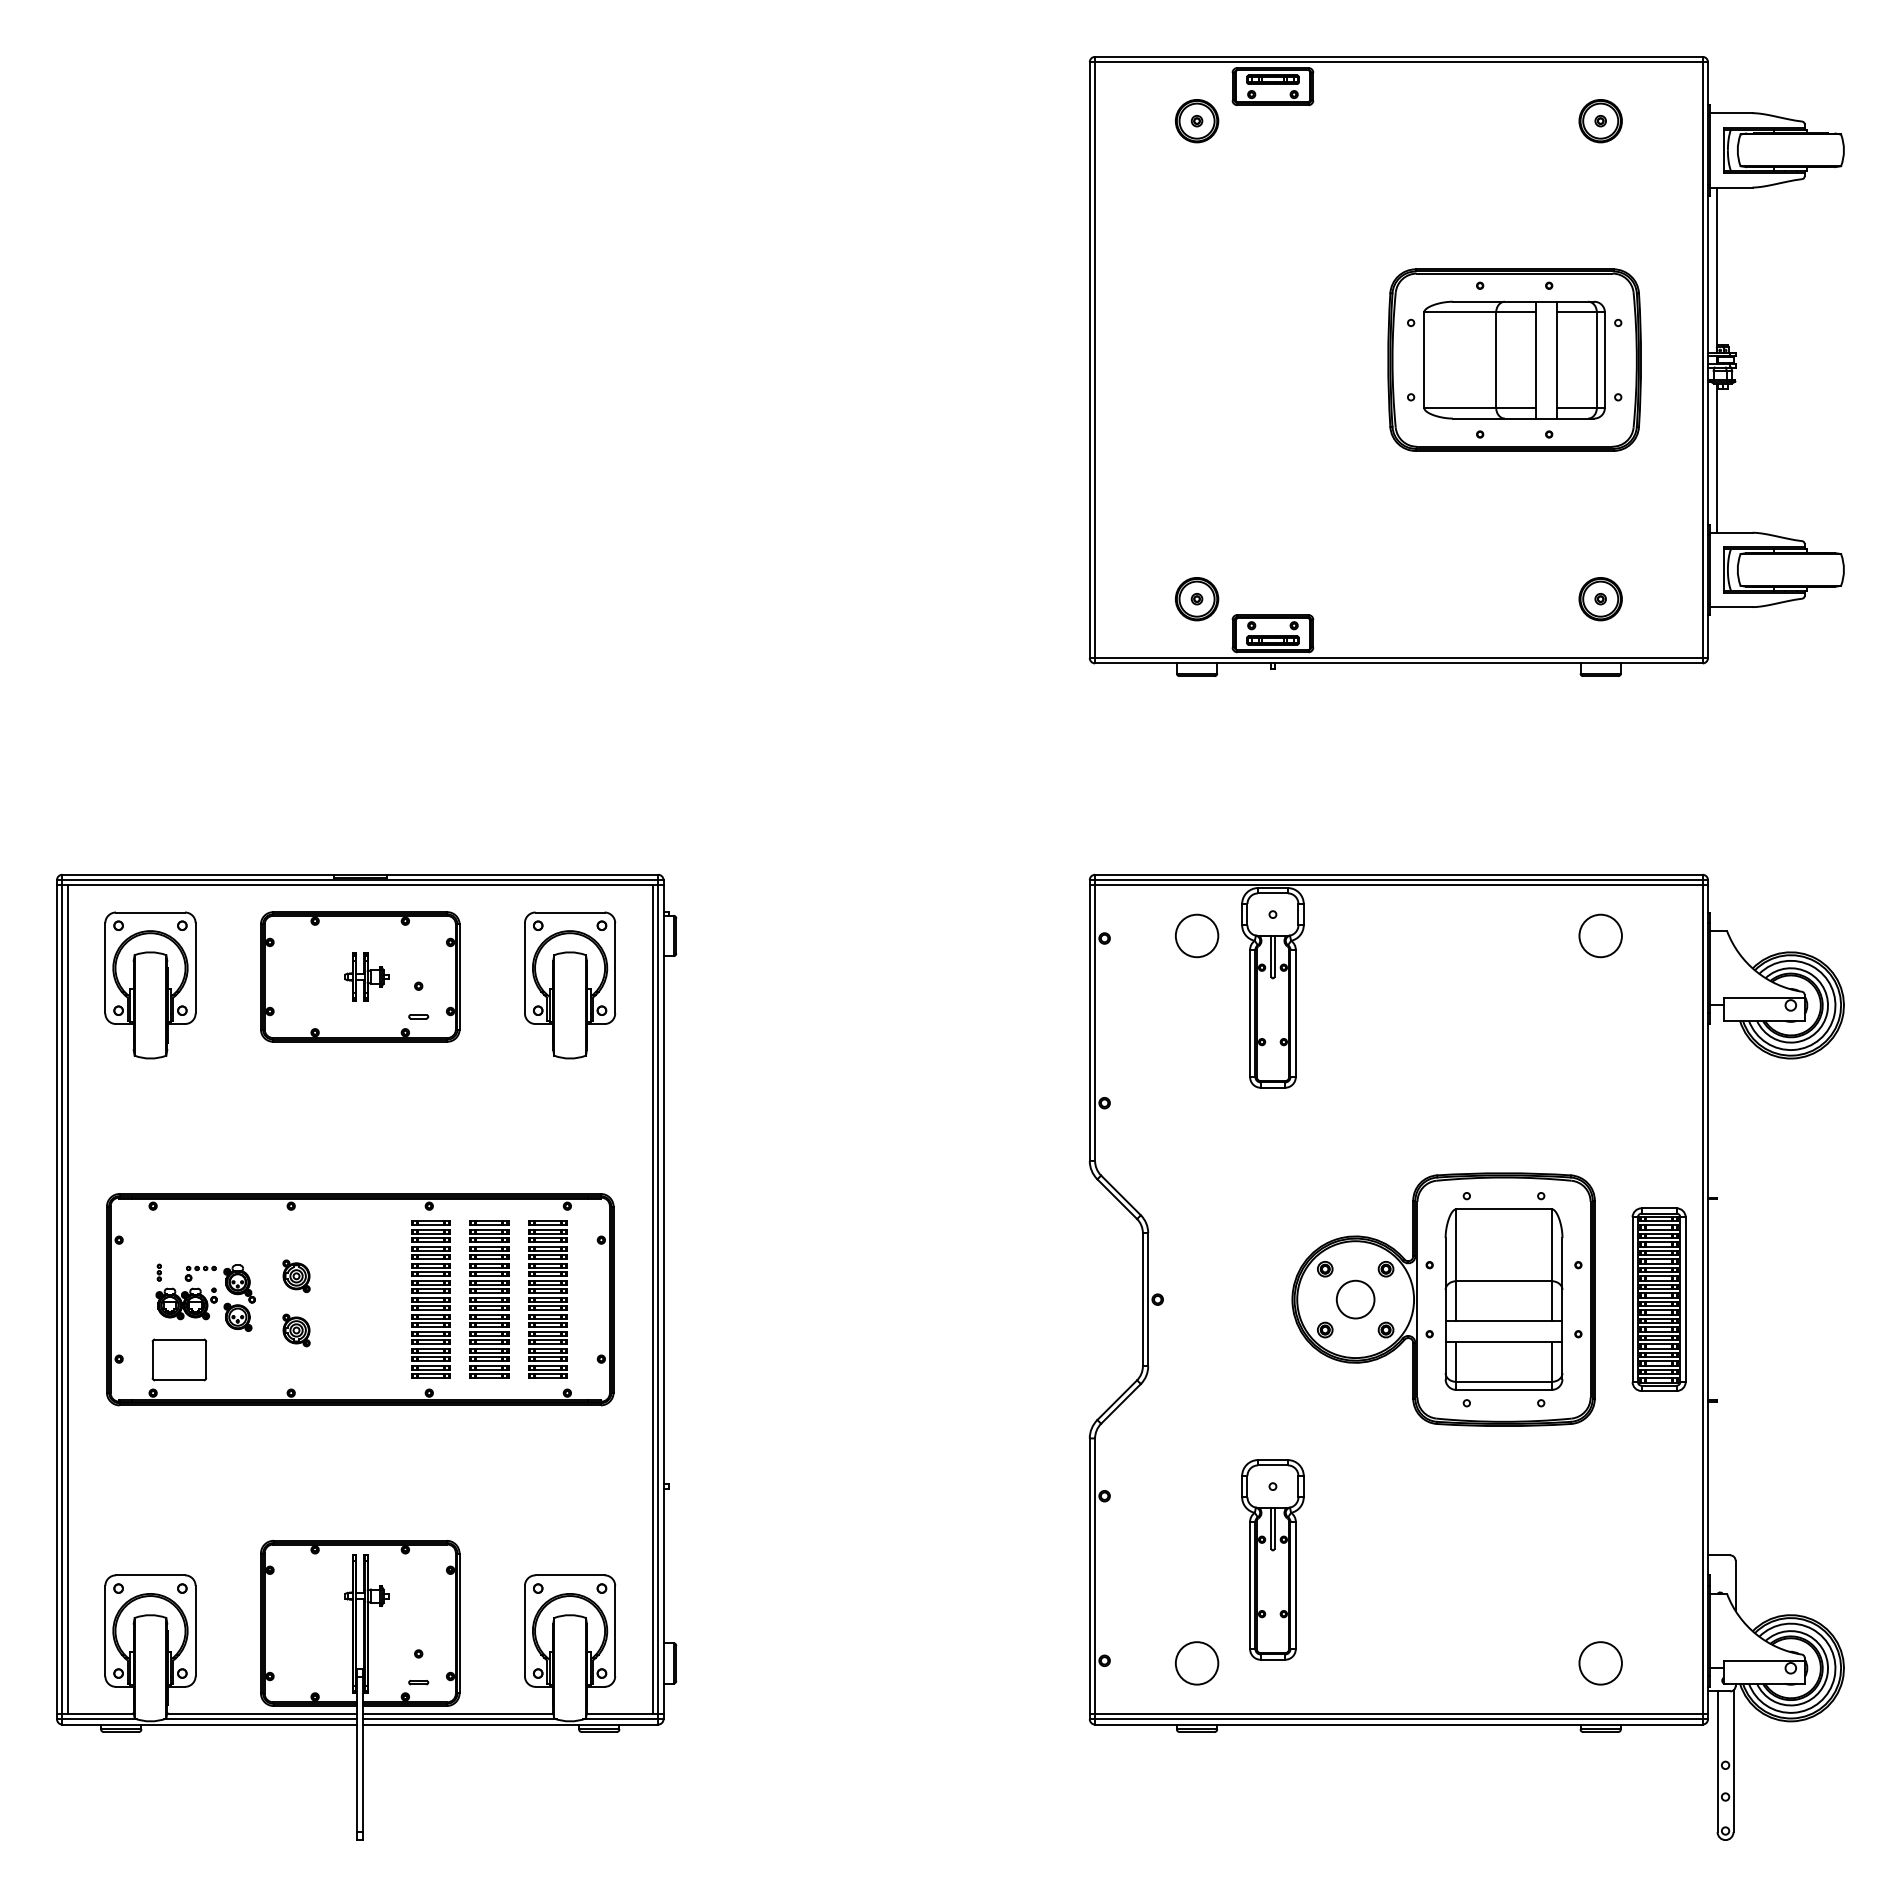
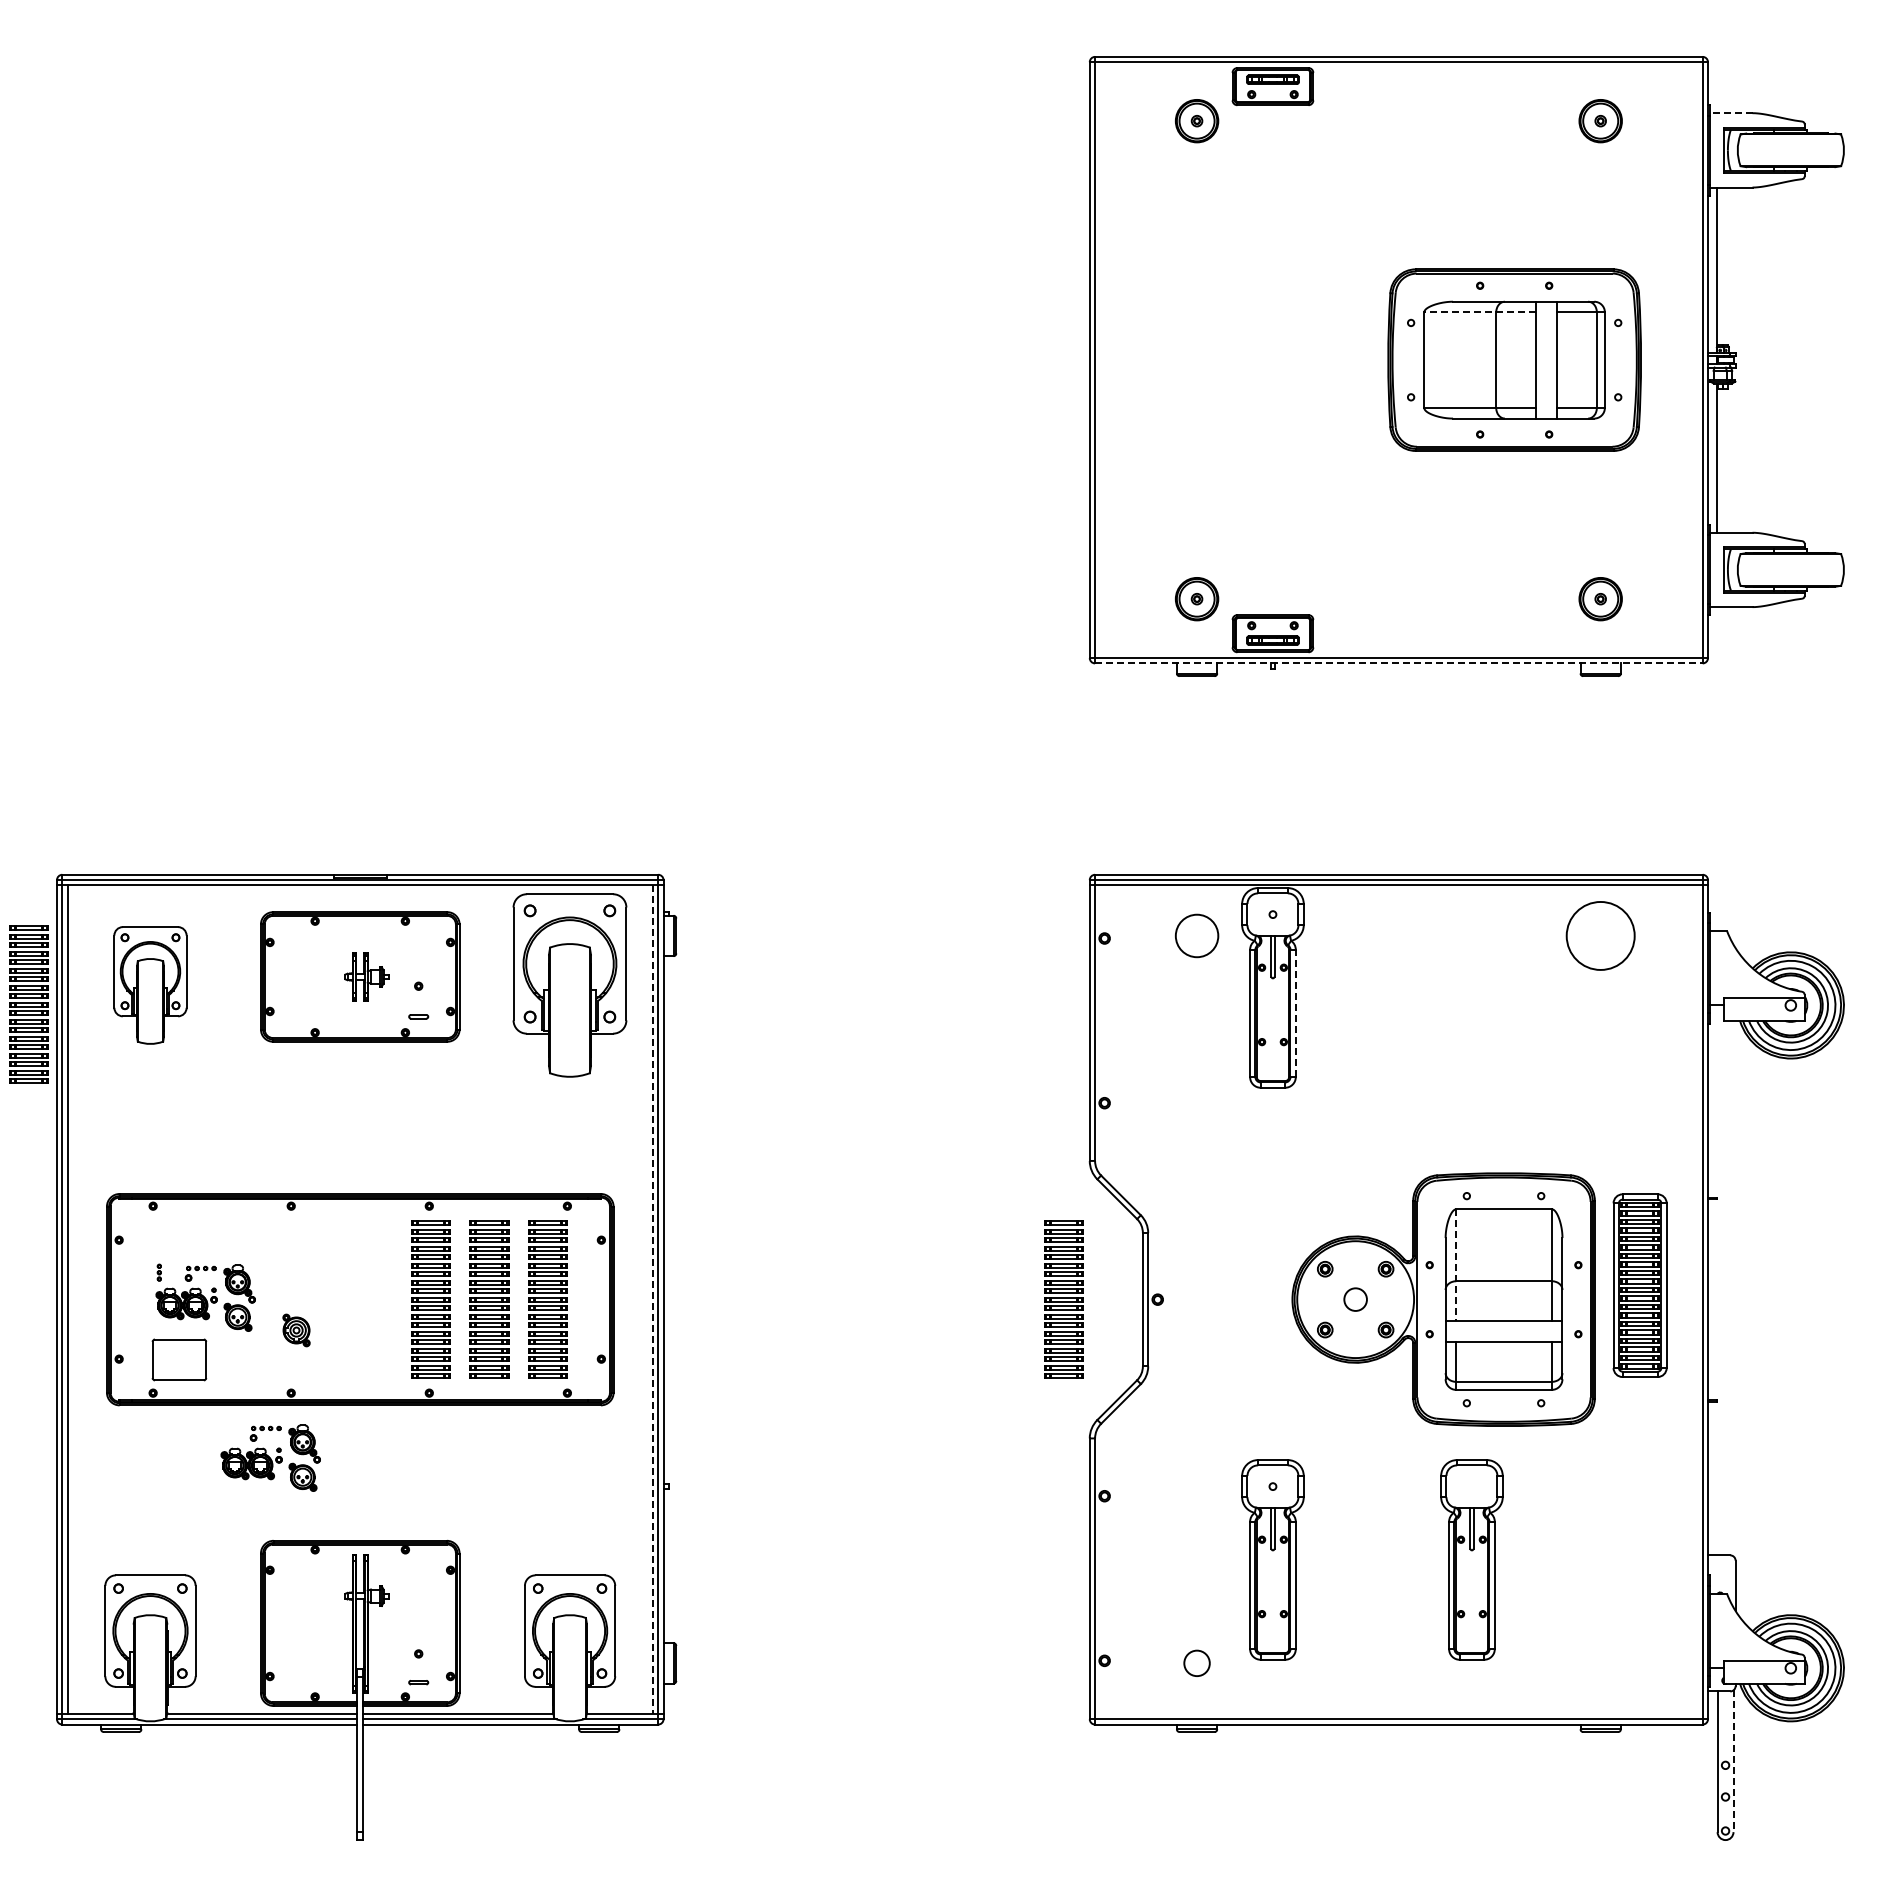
line at (1730, 113): solid -> dashed
line at (1480, 312): solid -> dashed
line at (1398, 663): solid -> dashed
circle at (1600, 935) diameter: 42 px -> 68 px
part at (150, 985) size: 93x149 px -> 75x119 px
part at (570, 985) size: 93x149 px -> 116x185 px
part at (28, 1004): none -> present
line at (1295, 1013): solid -> dashed
line at (1456, 1265): solid -> dashed
part at (296, 1276): present -> none
part at (1063, 1299): none -> present
circle at (1355, 1299) diameter: 38 px -> 23 px
part at (1658, 1299) position: (1658, 1299) -> (1639, 1285)
line at (652, 1300): solid -> dashed
part at (270, 1457): none -> present
part at (1471, 1559): none -> present
circle at (1196, 1663) diameter: 42 px -> 25 px
circle at (1600, 1663): present -> none
line at (1398, 1713): present -> none
line at (1733, 1761): solid -> dashed
